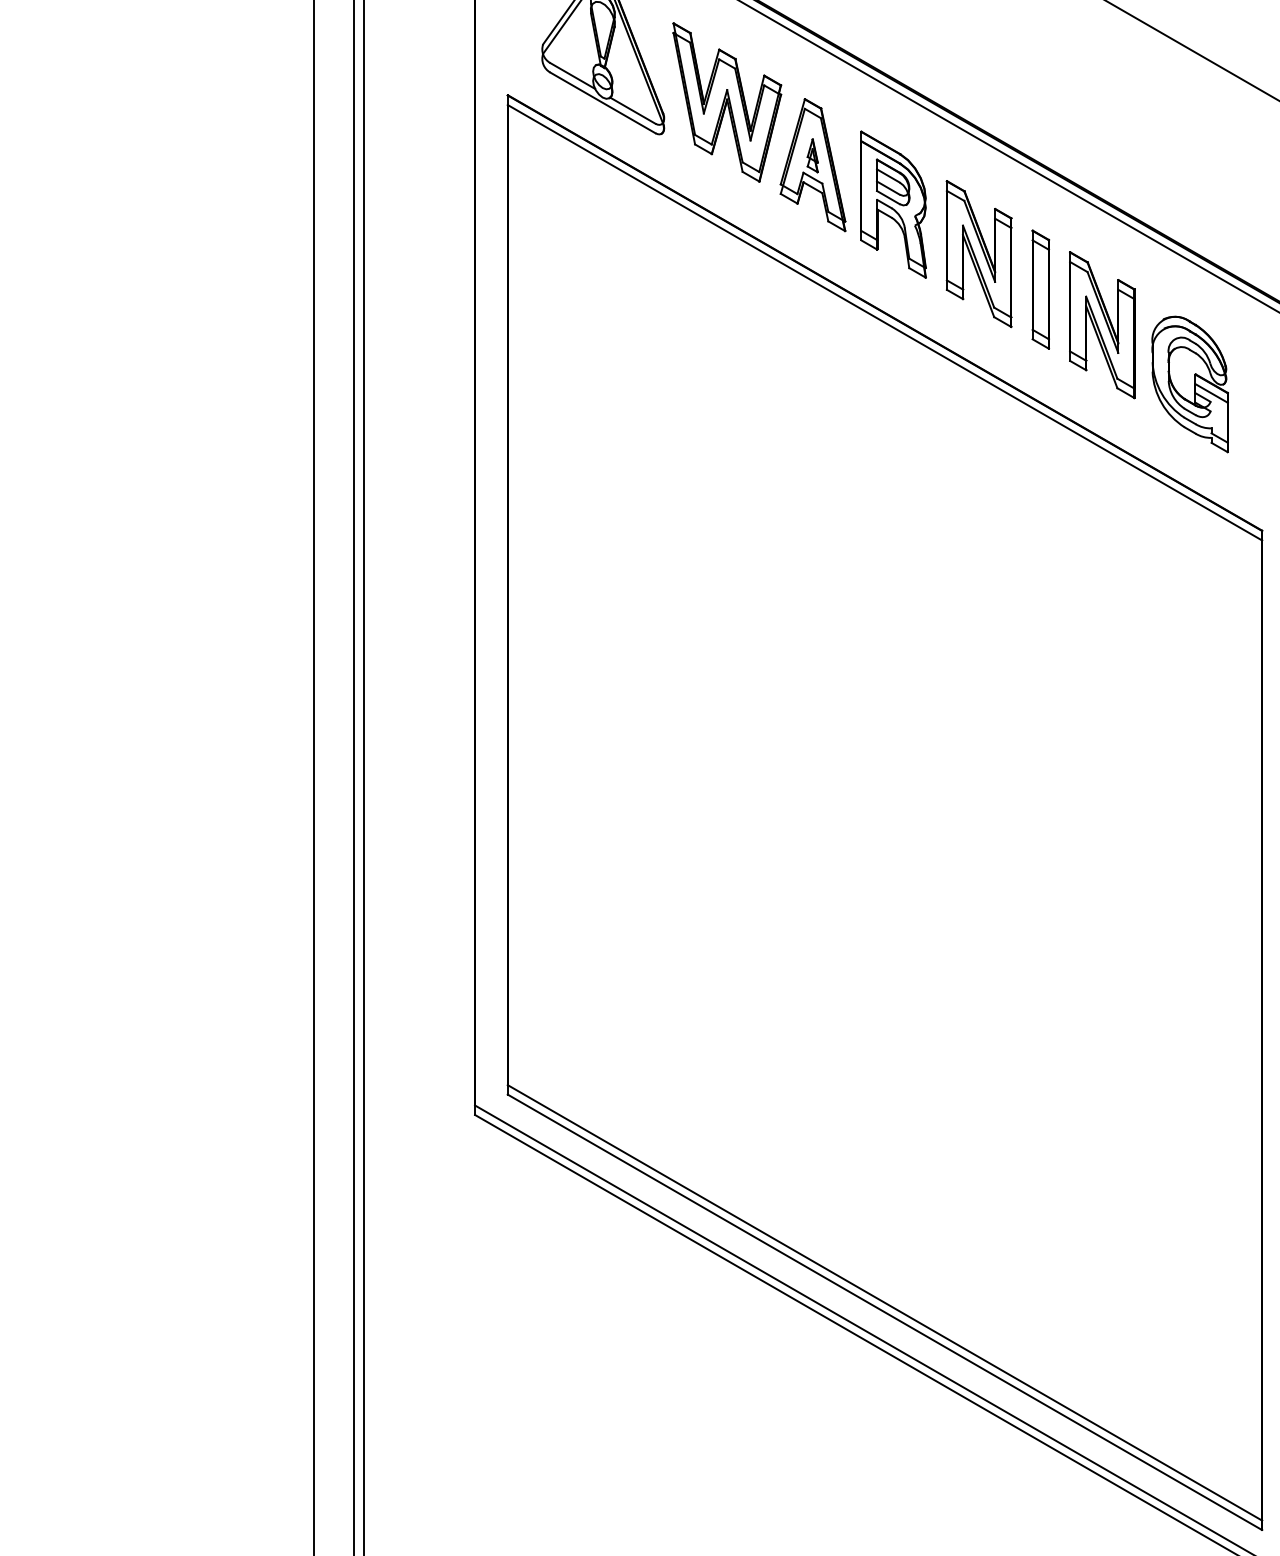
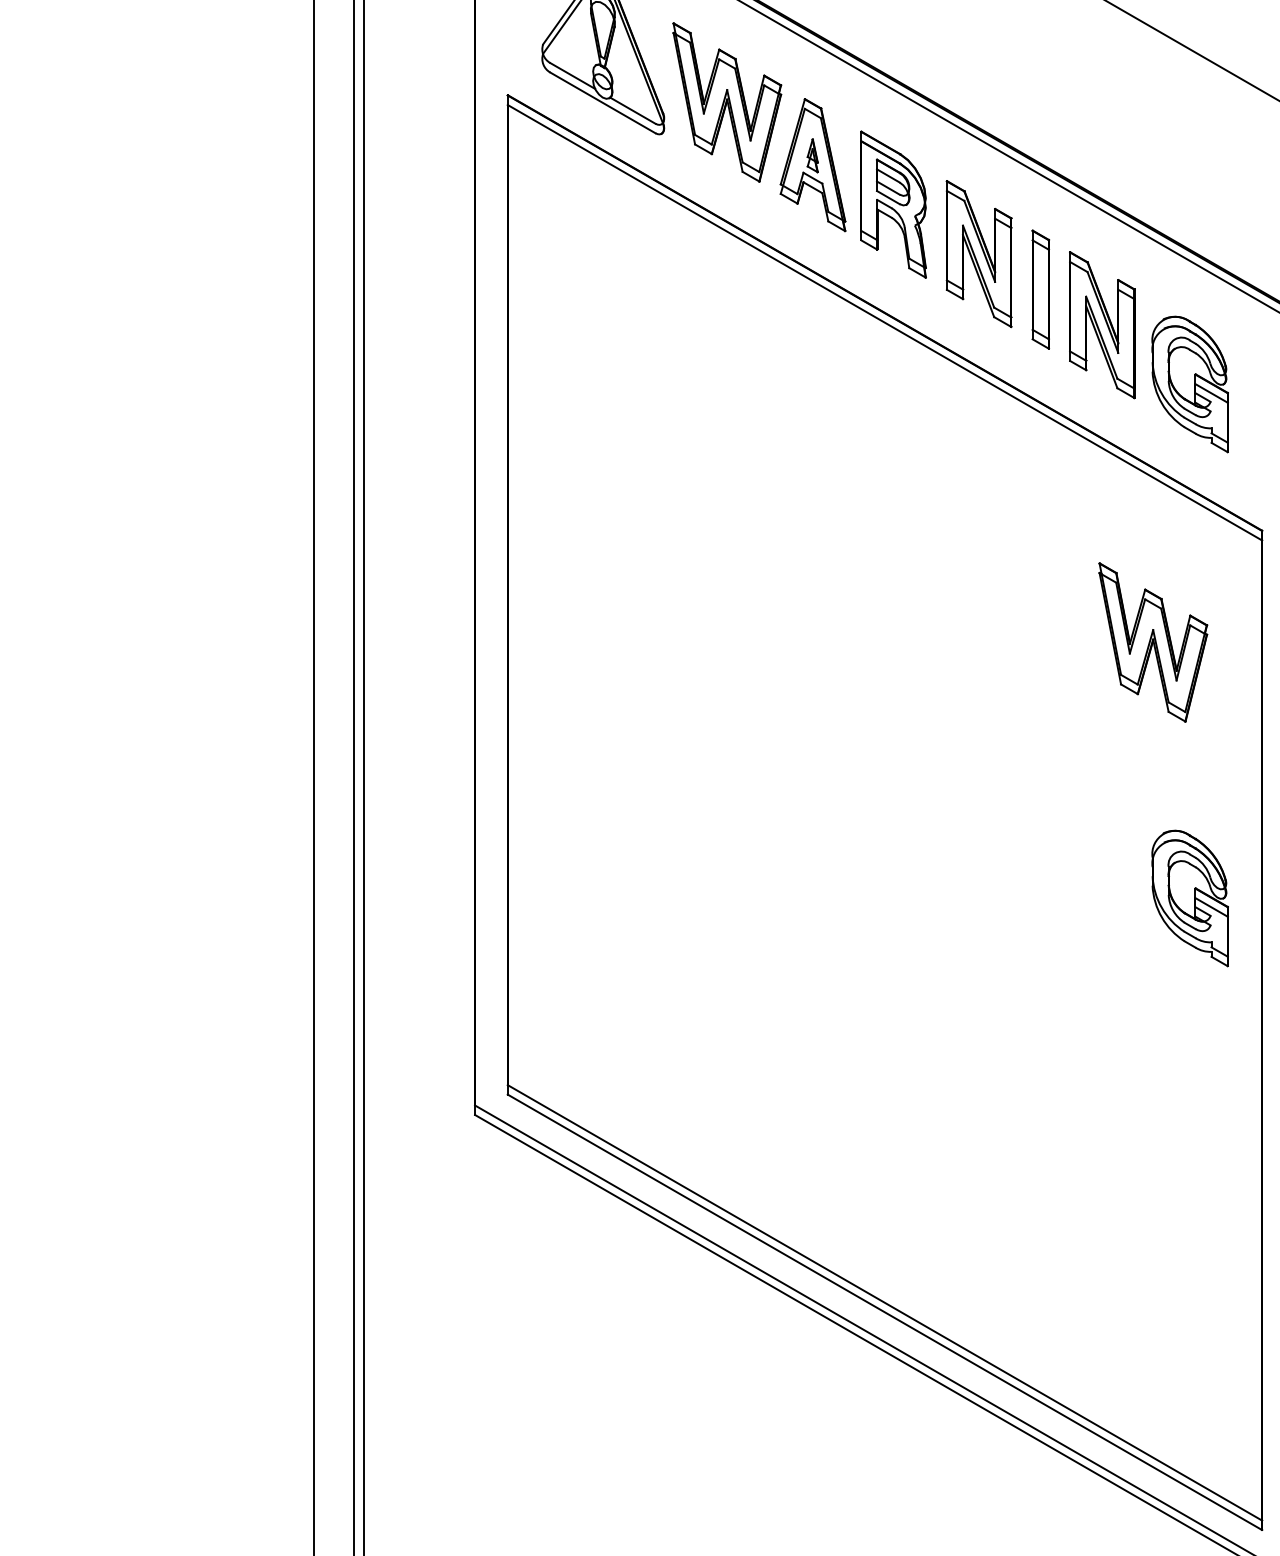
part at (1153, 642): none -> present
part at (1189, 898): none -> present
